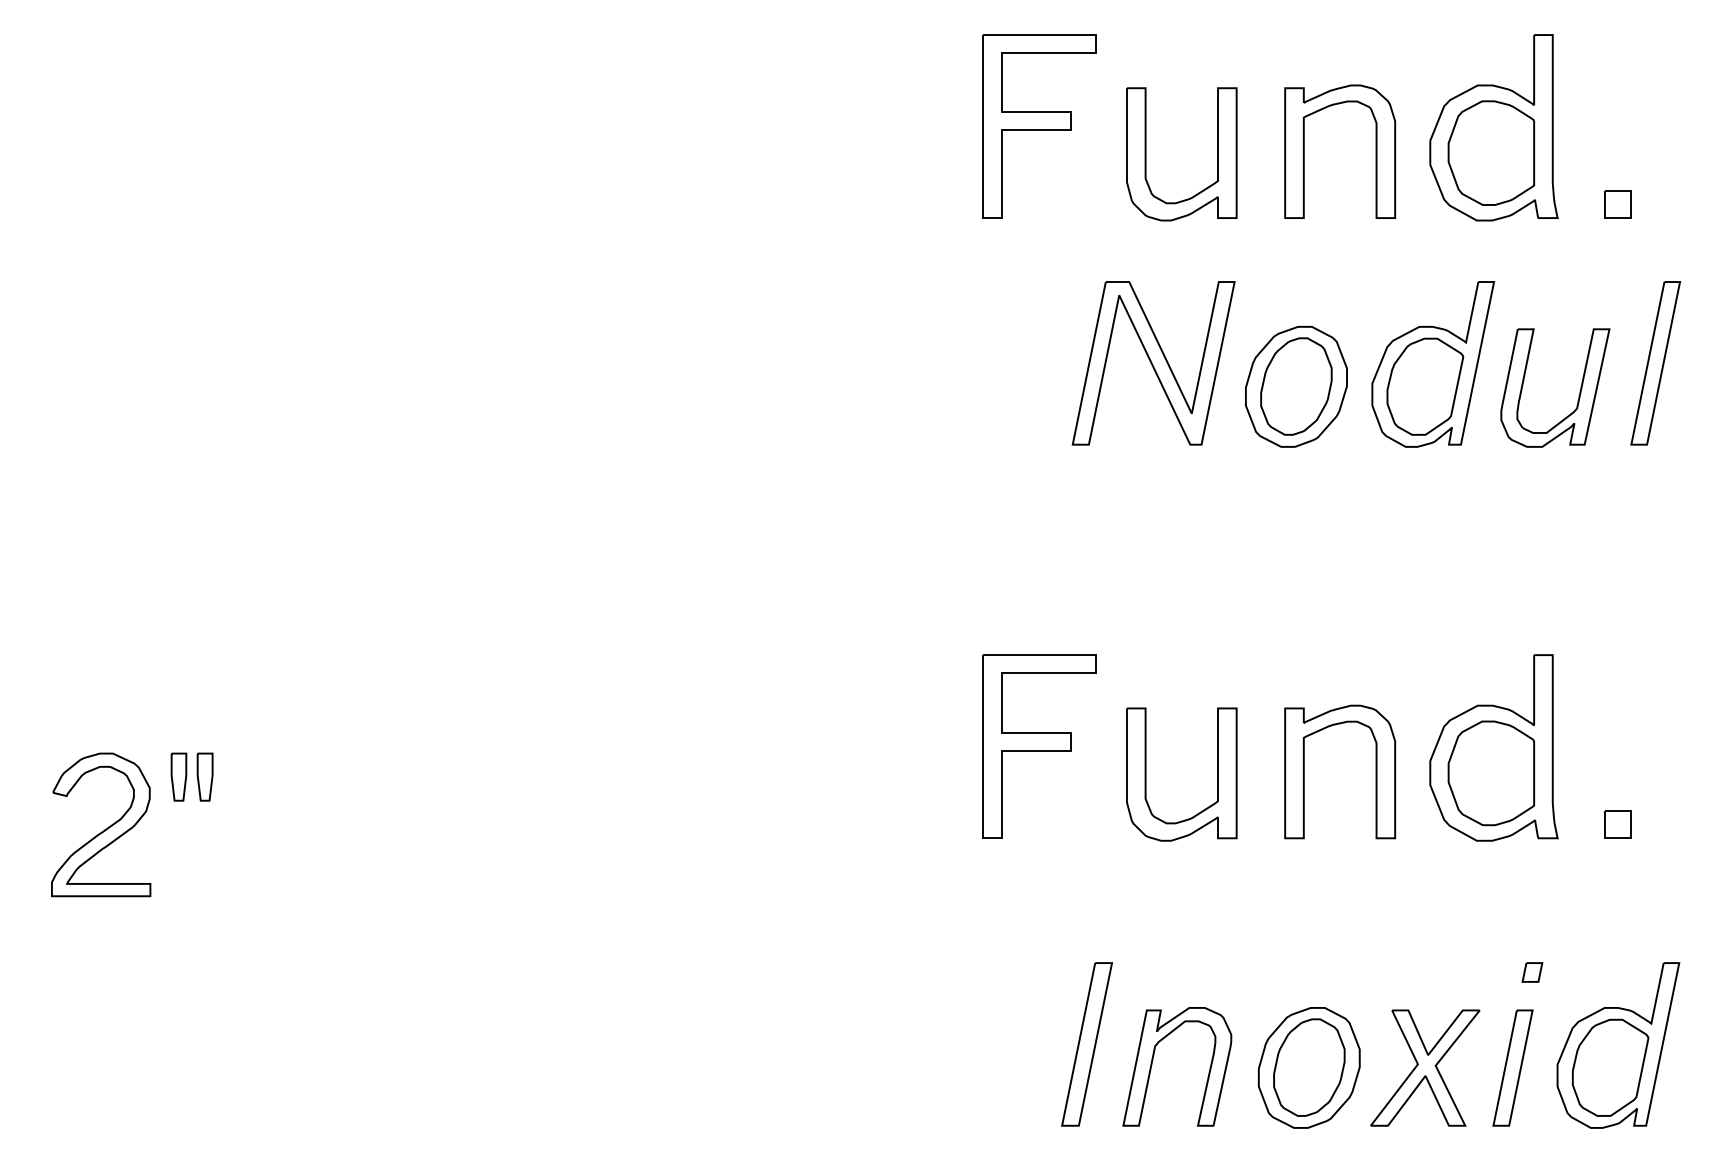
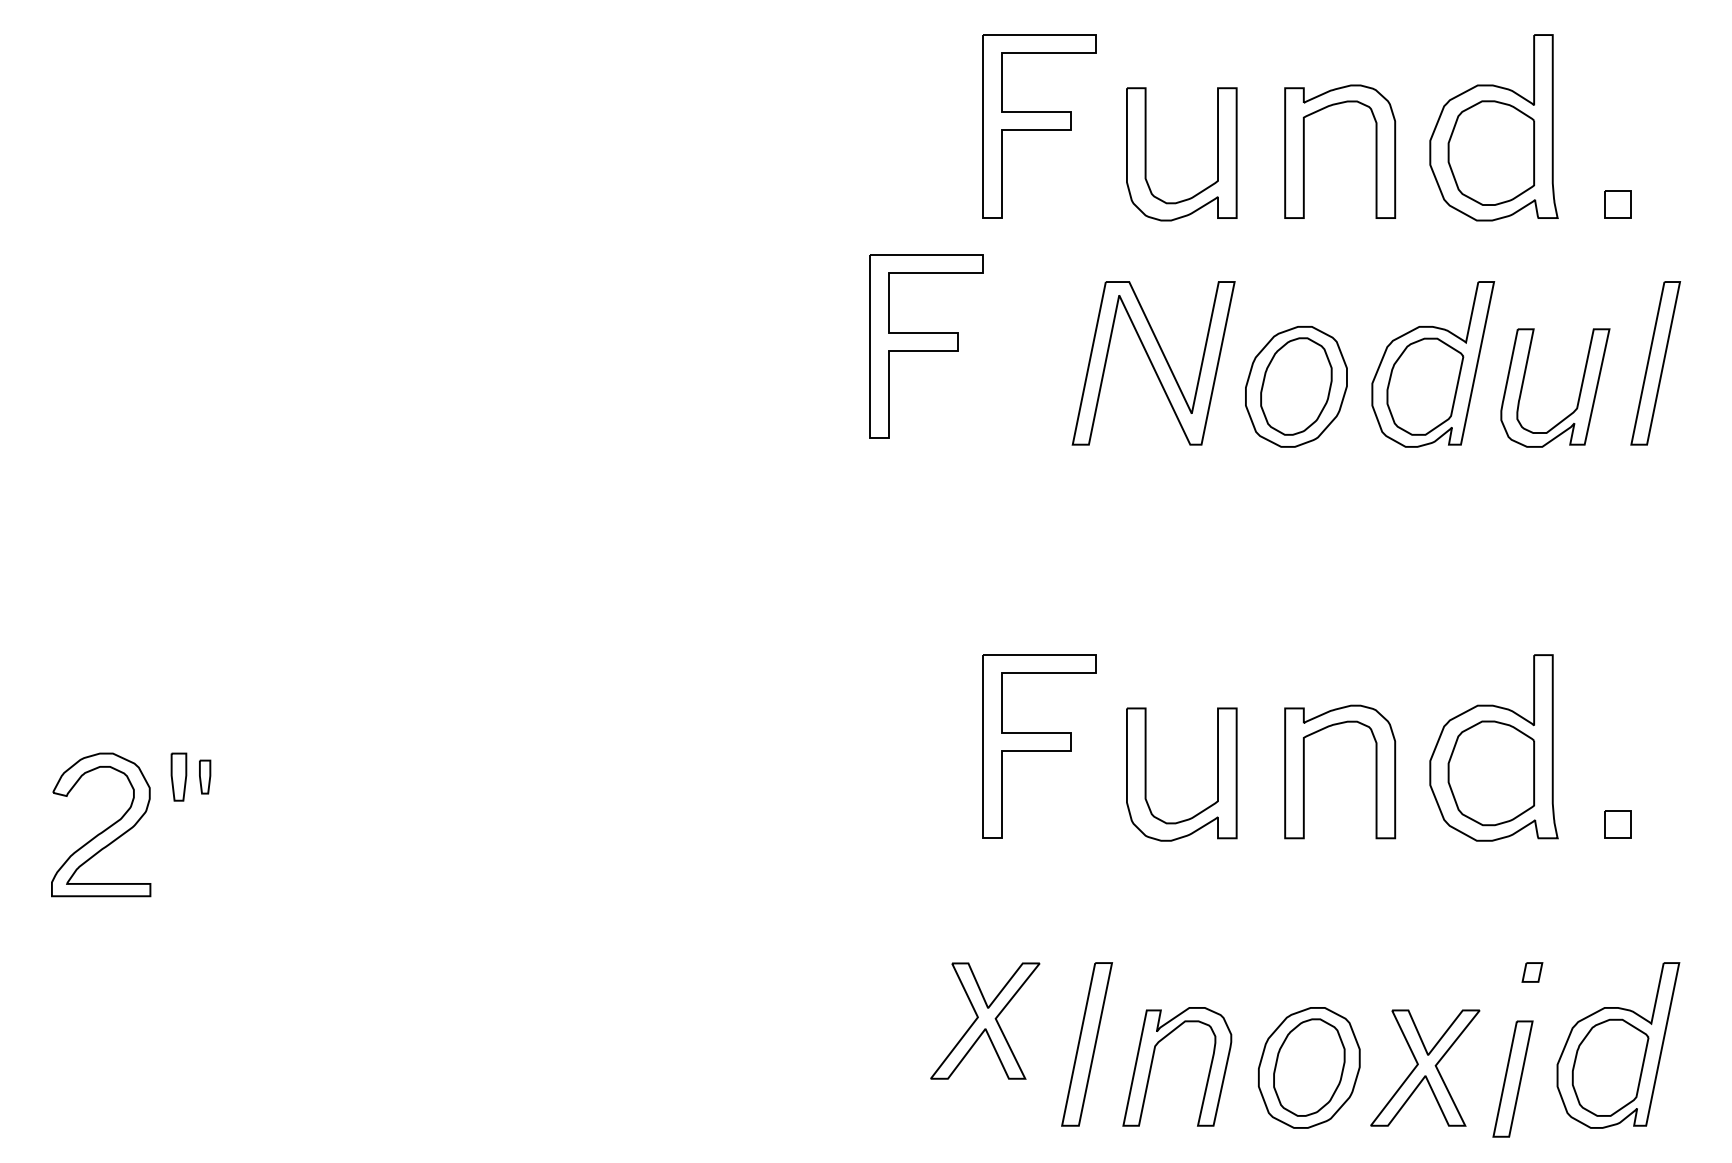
part at (926, 346): none -> present
part at (204, 776) size: 18x50 px -> 13x36 px
part at (985, 1020): none -> present
part at (1512, 1067) position: (1512, 1067) -> (1512, 1078)
